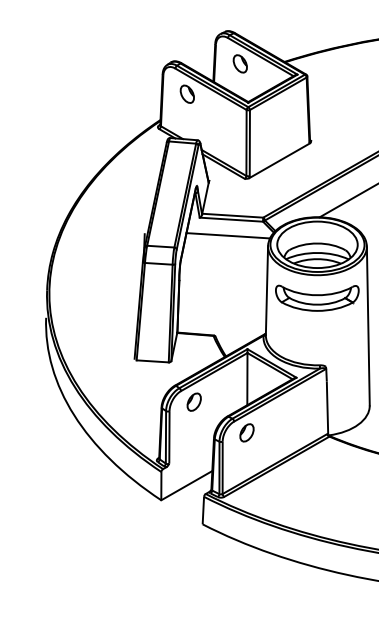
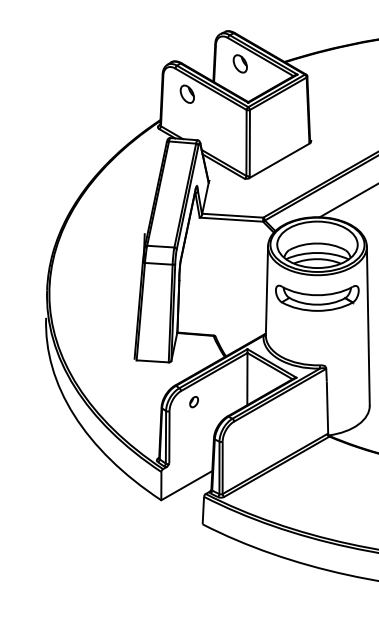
line at (227, 235): present -> none
part at (193, 401) size: 16x20 px -> 10x13 px
part at (246, 432): present -> none
